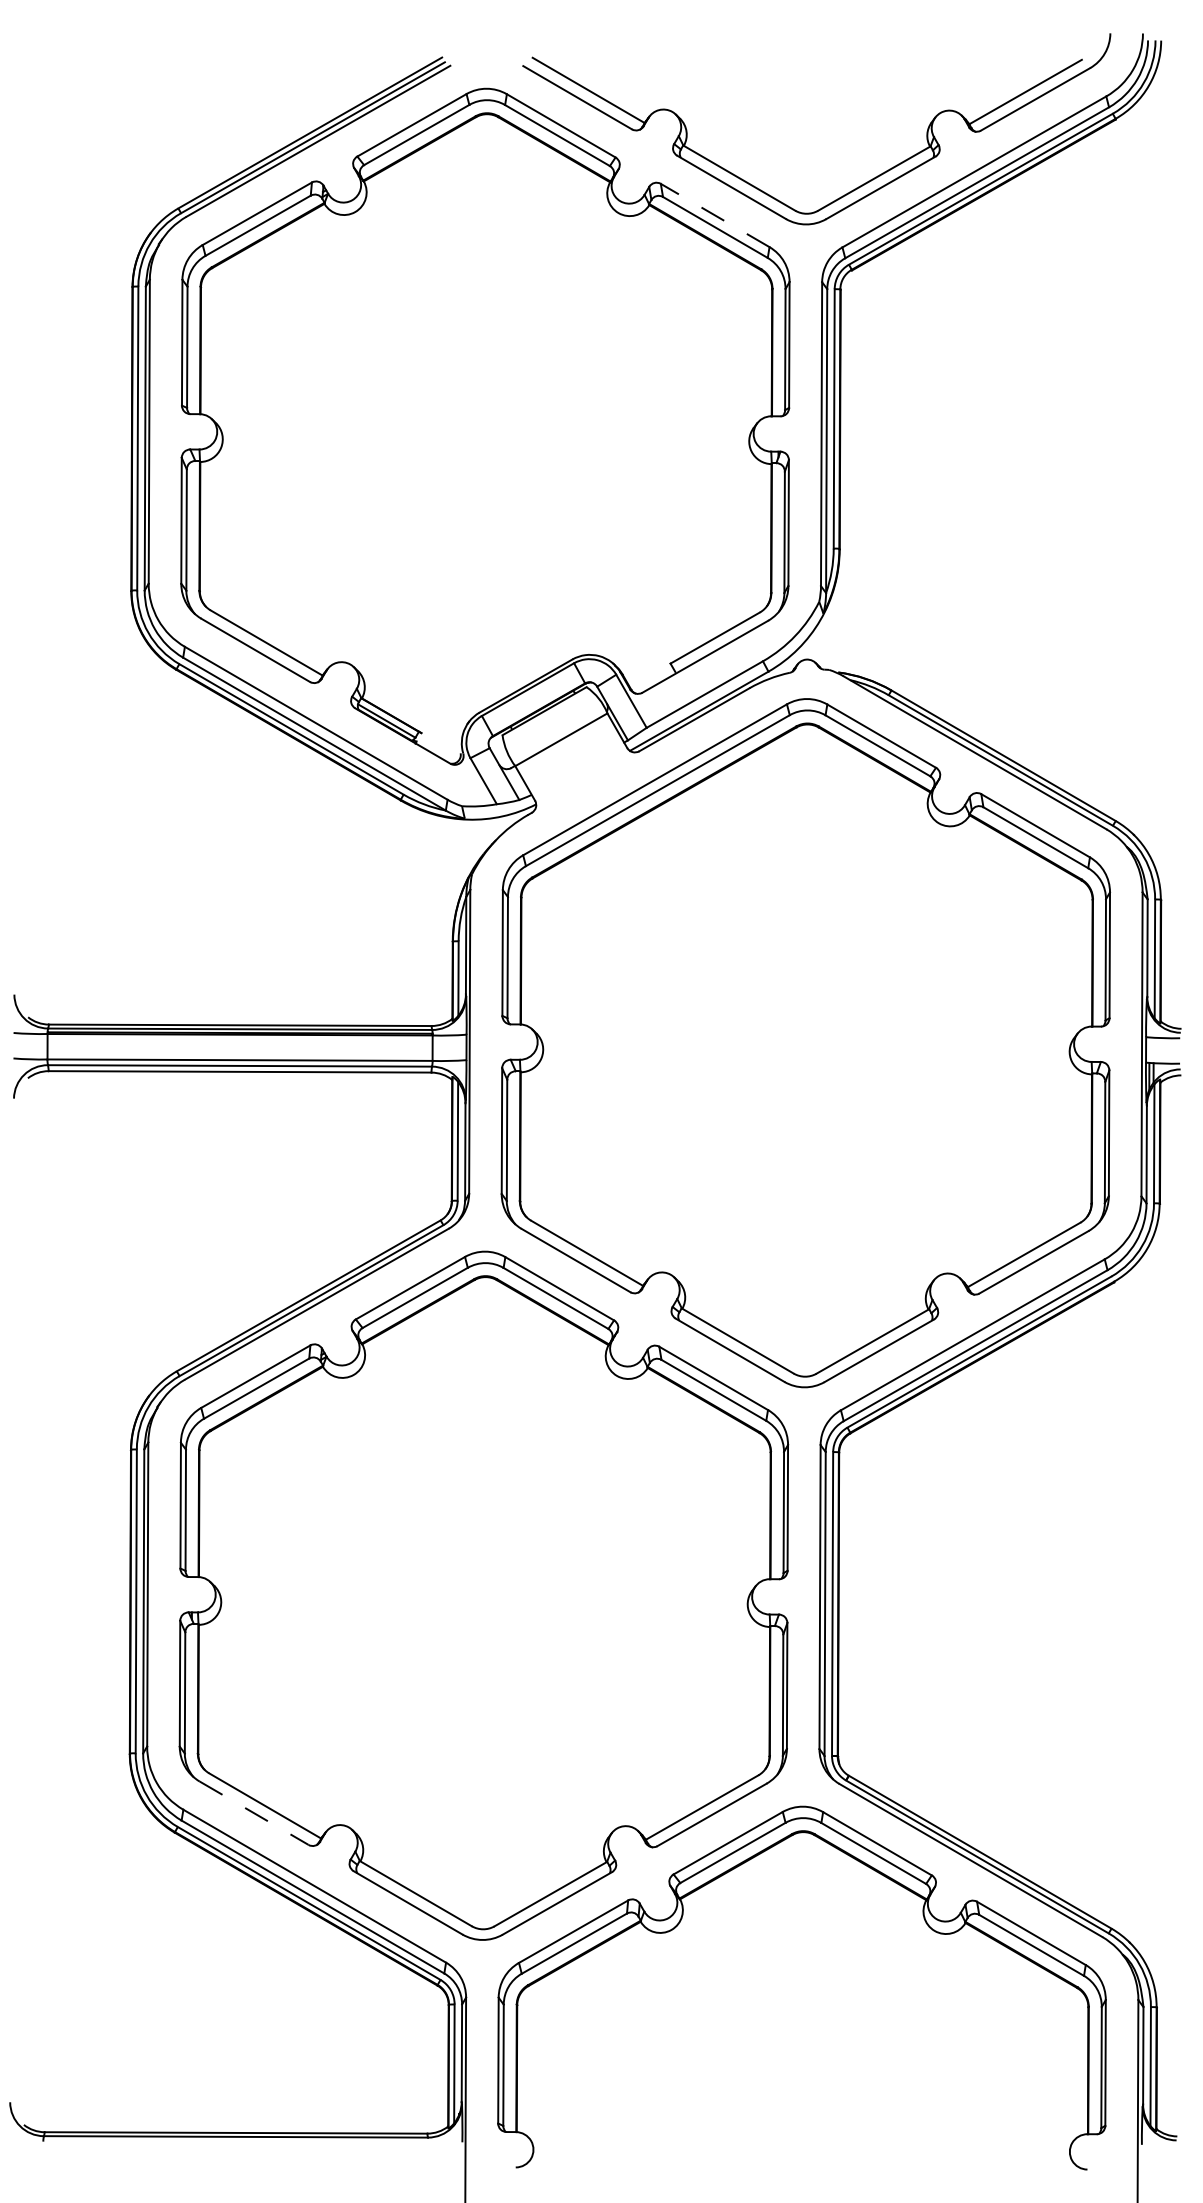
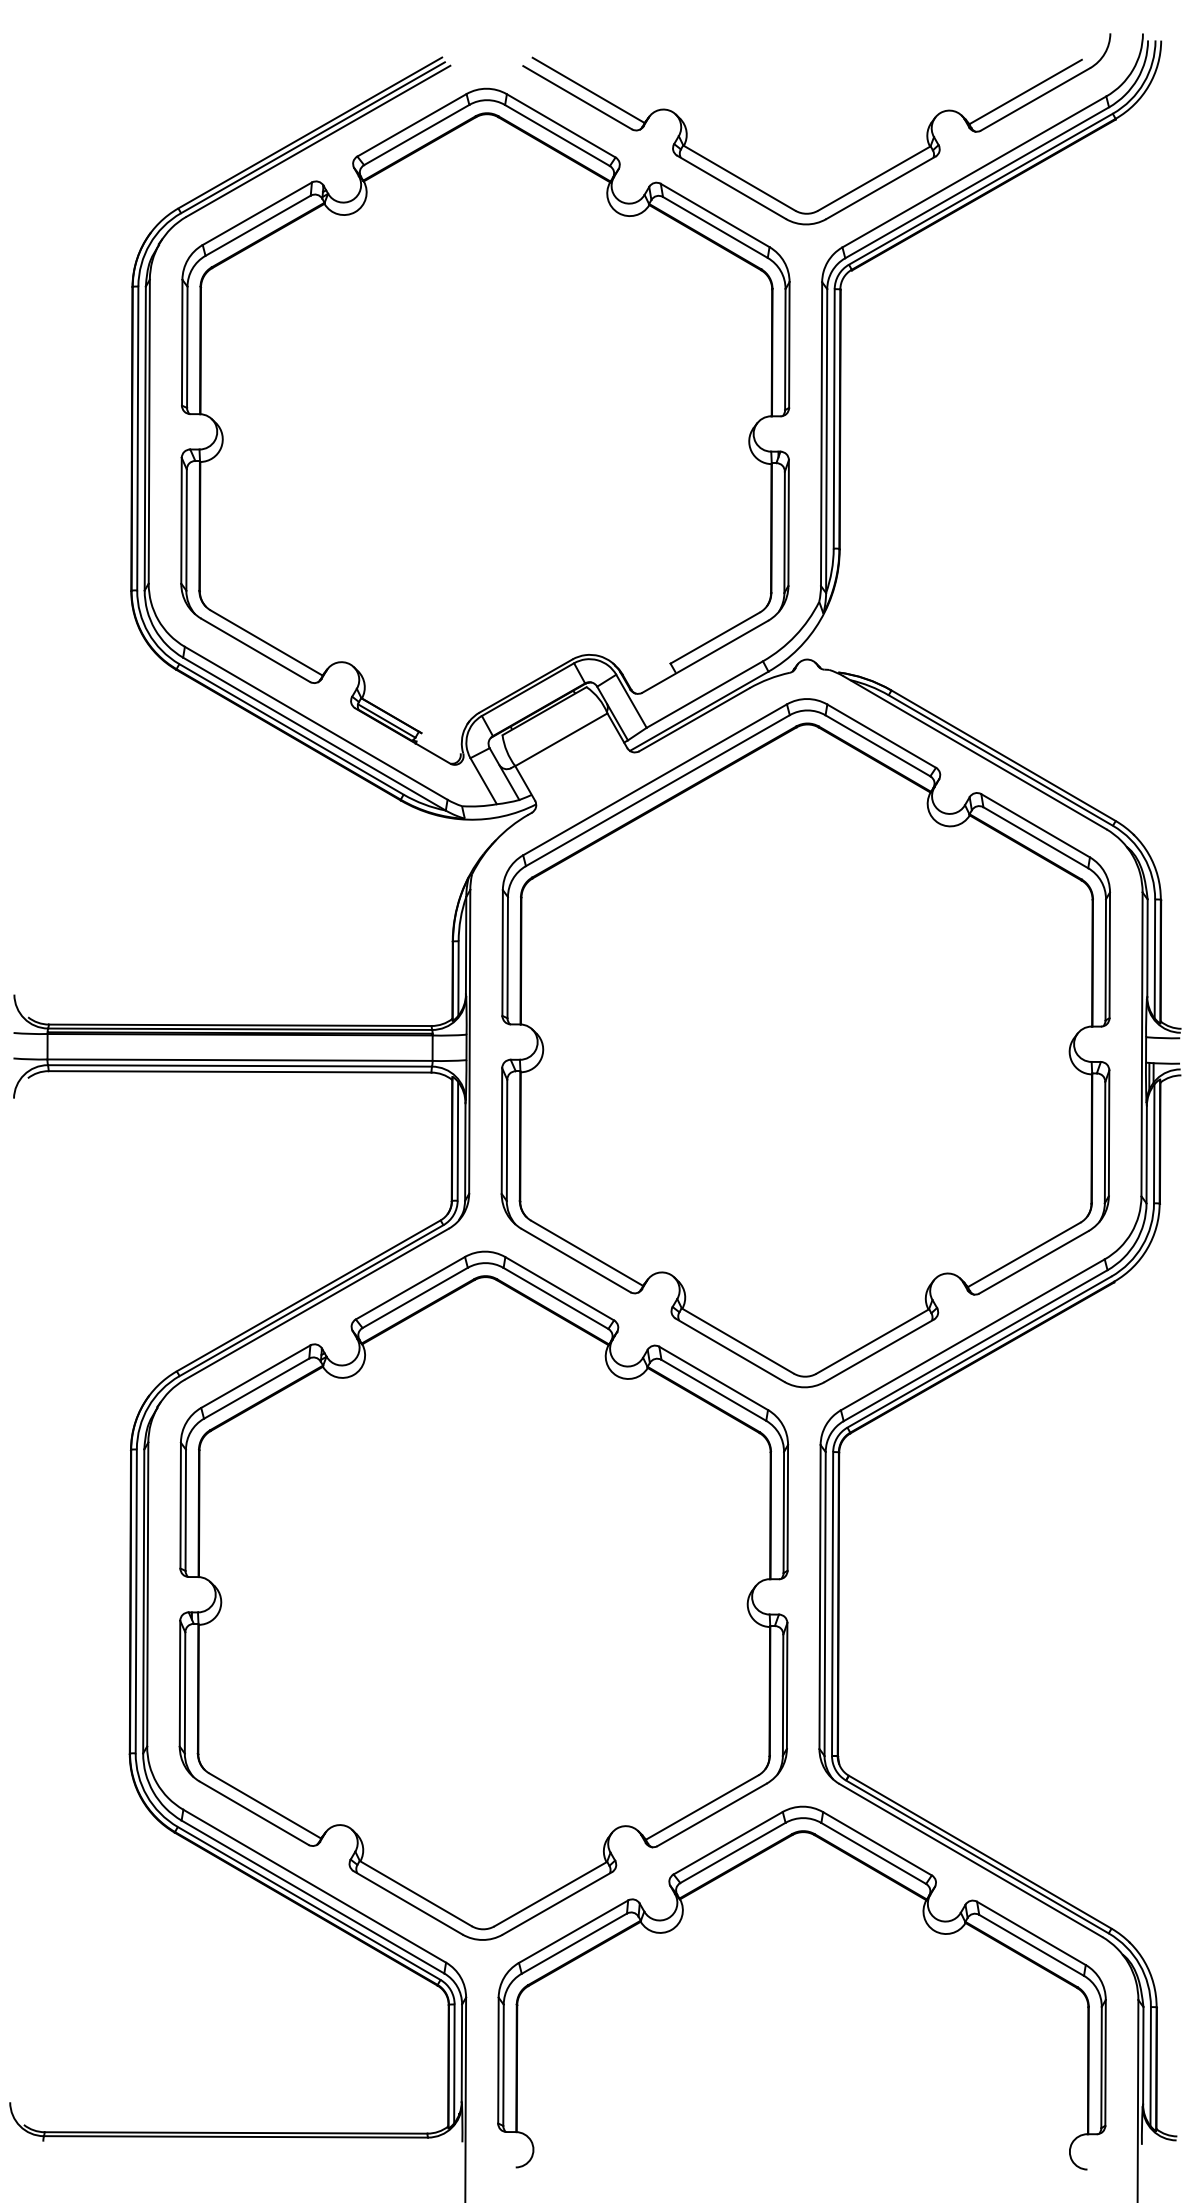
line at (715, 215): dashed -> solid
line at (254, 1813): dashed -> solid
